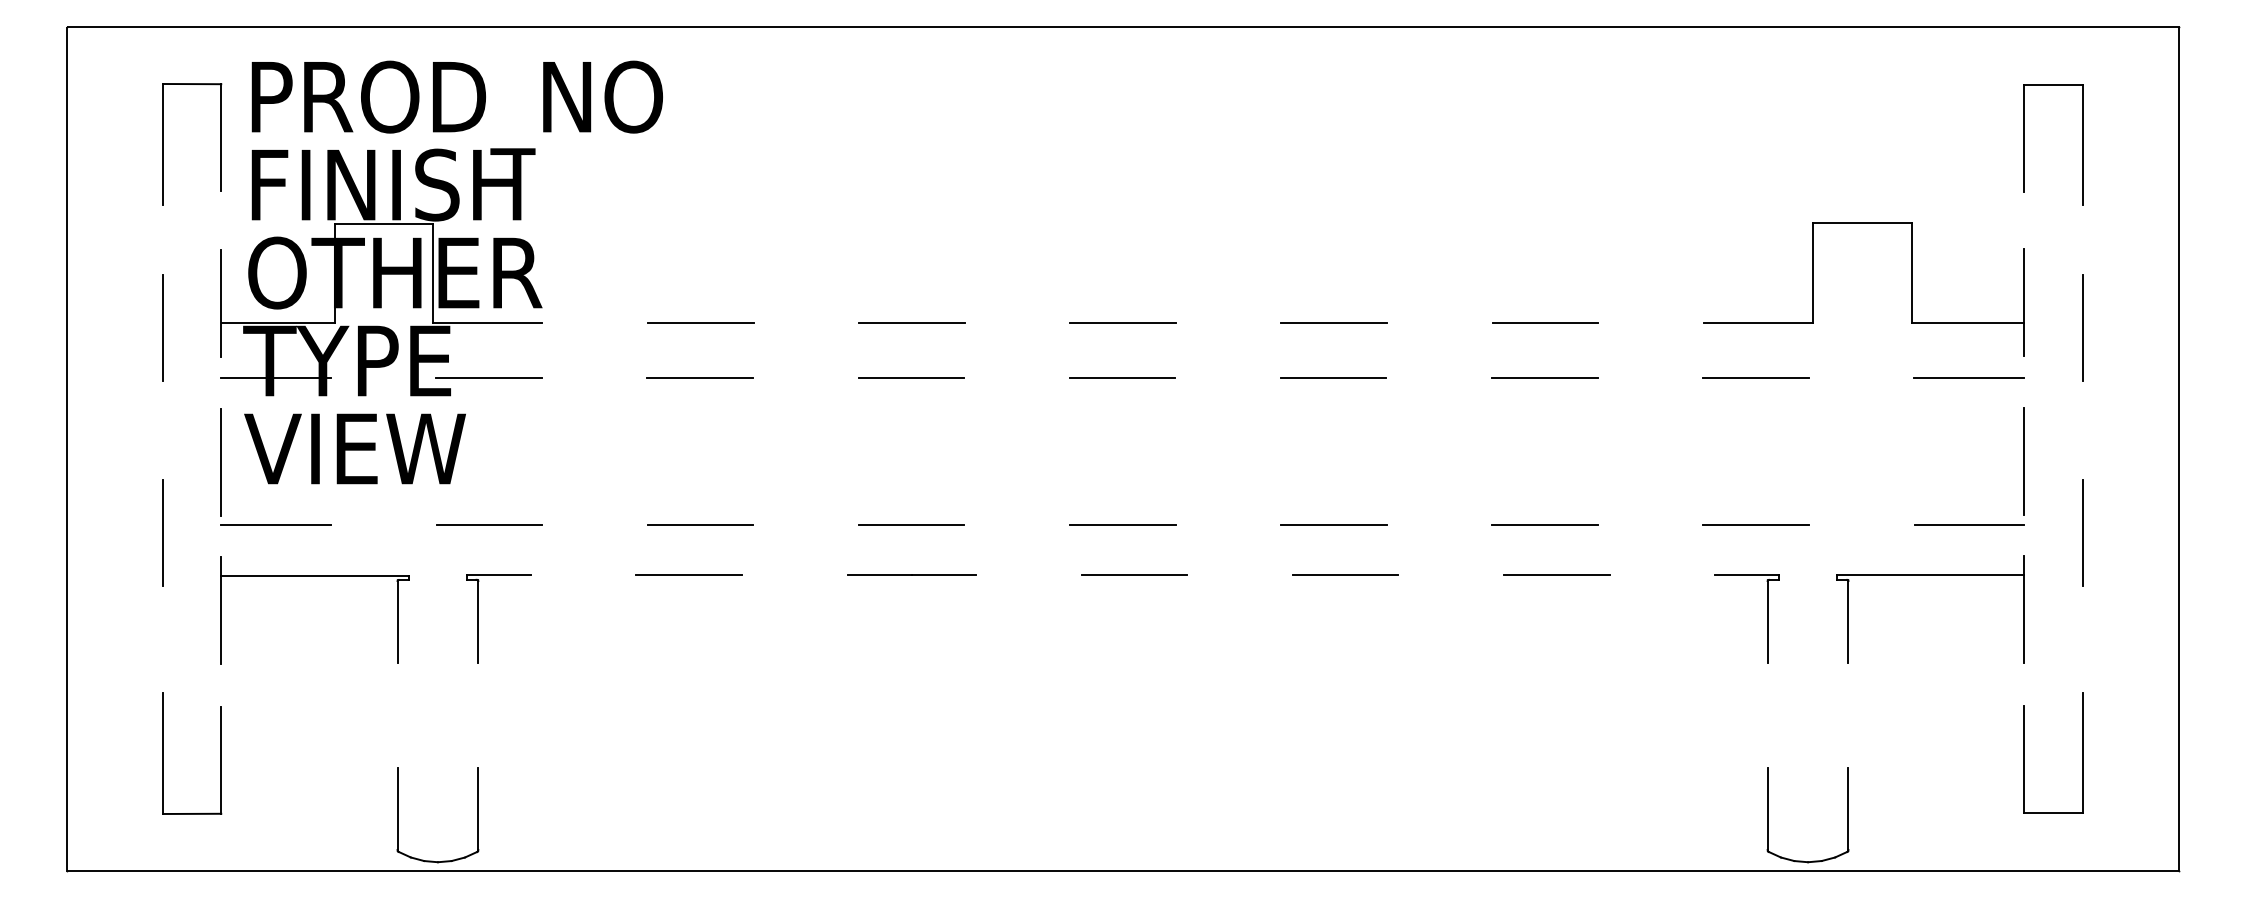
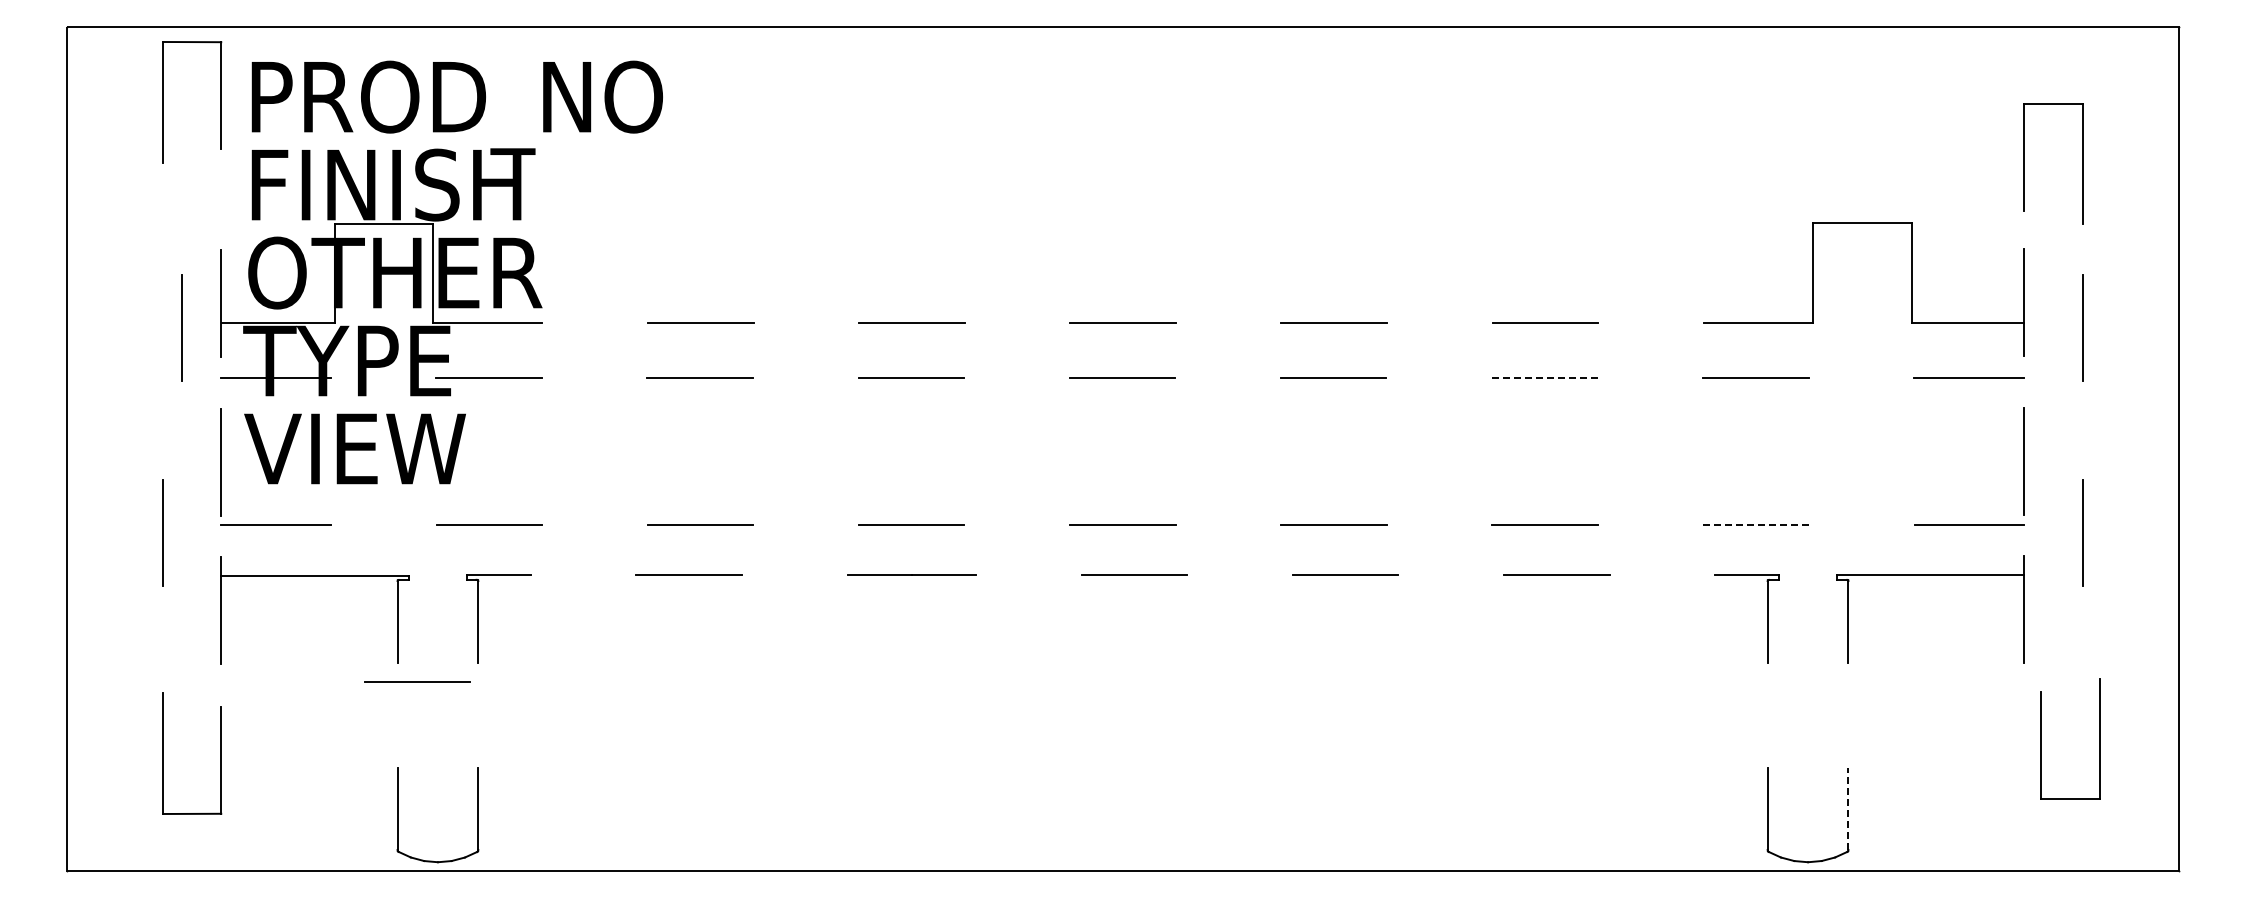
part at (220, 144) position: (220, 144) -> (220, 102)
part at (2024, 144) position: (2024, 144) -> (2024, 163)
line at (162, 327) position: (162, 327) -> (181, 327)
line at (1544, 377): solid -> dashed
line at (1756, 524): solid -> dashed
line at (417, 681): none -> present
part at (2024, 752) position: (2024, 752) -> (2041, 738)
line at (1848, 809): solid -> dashed
